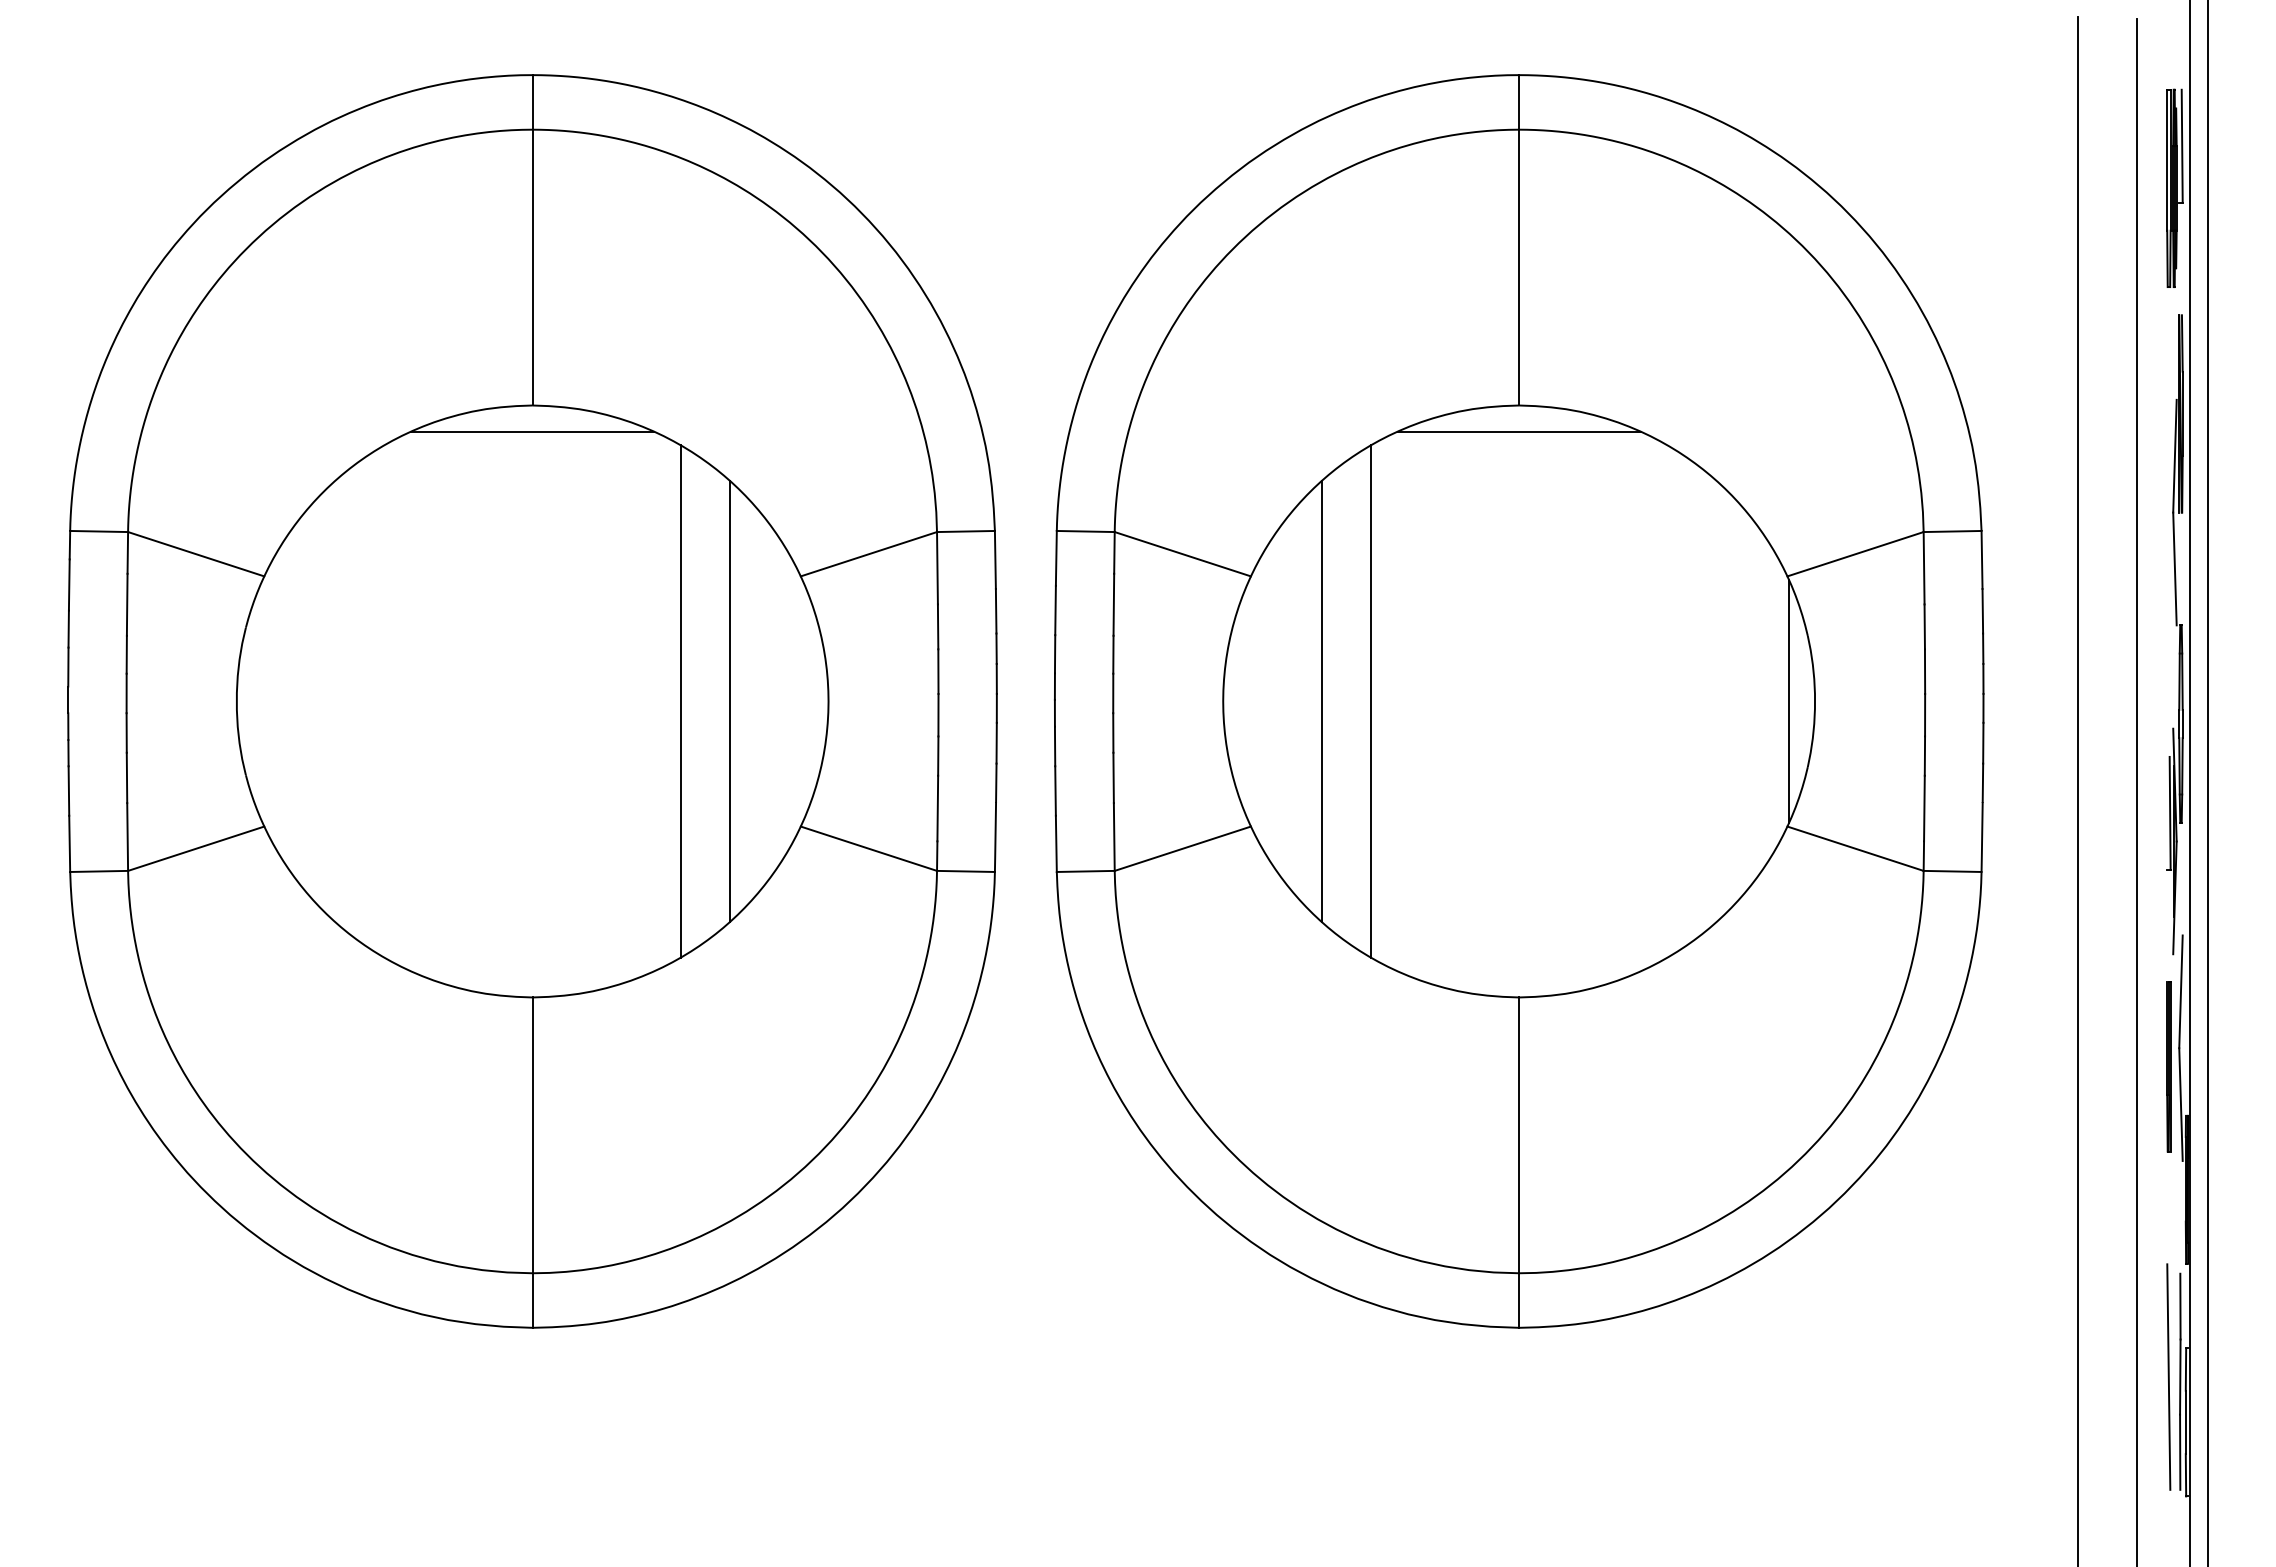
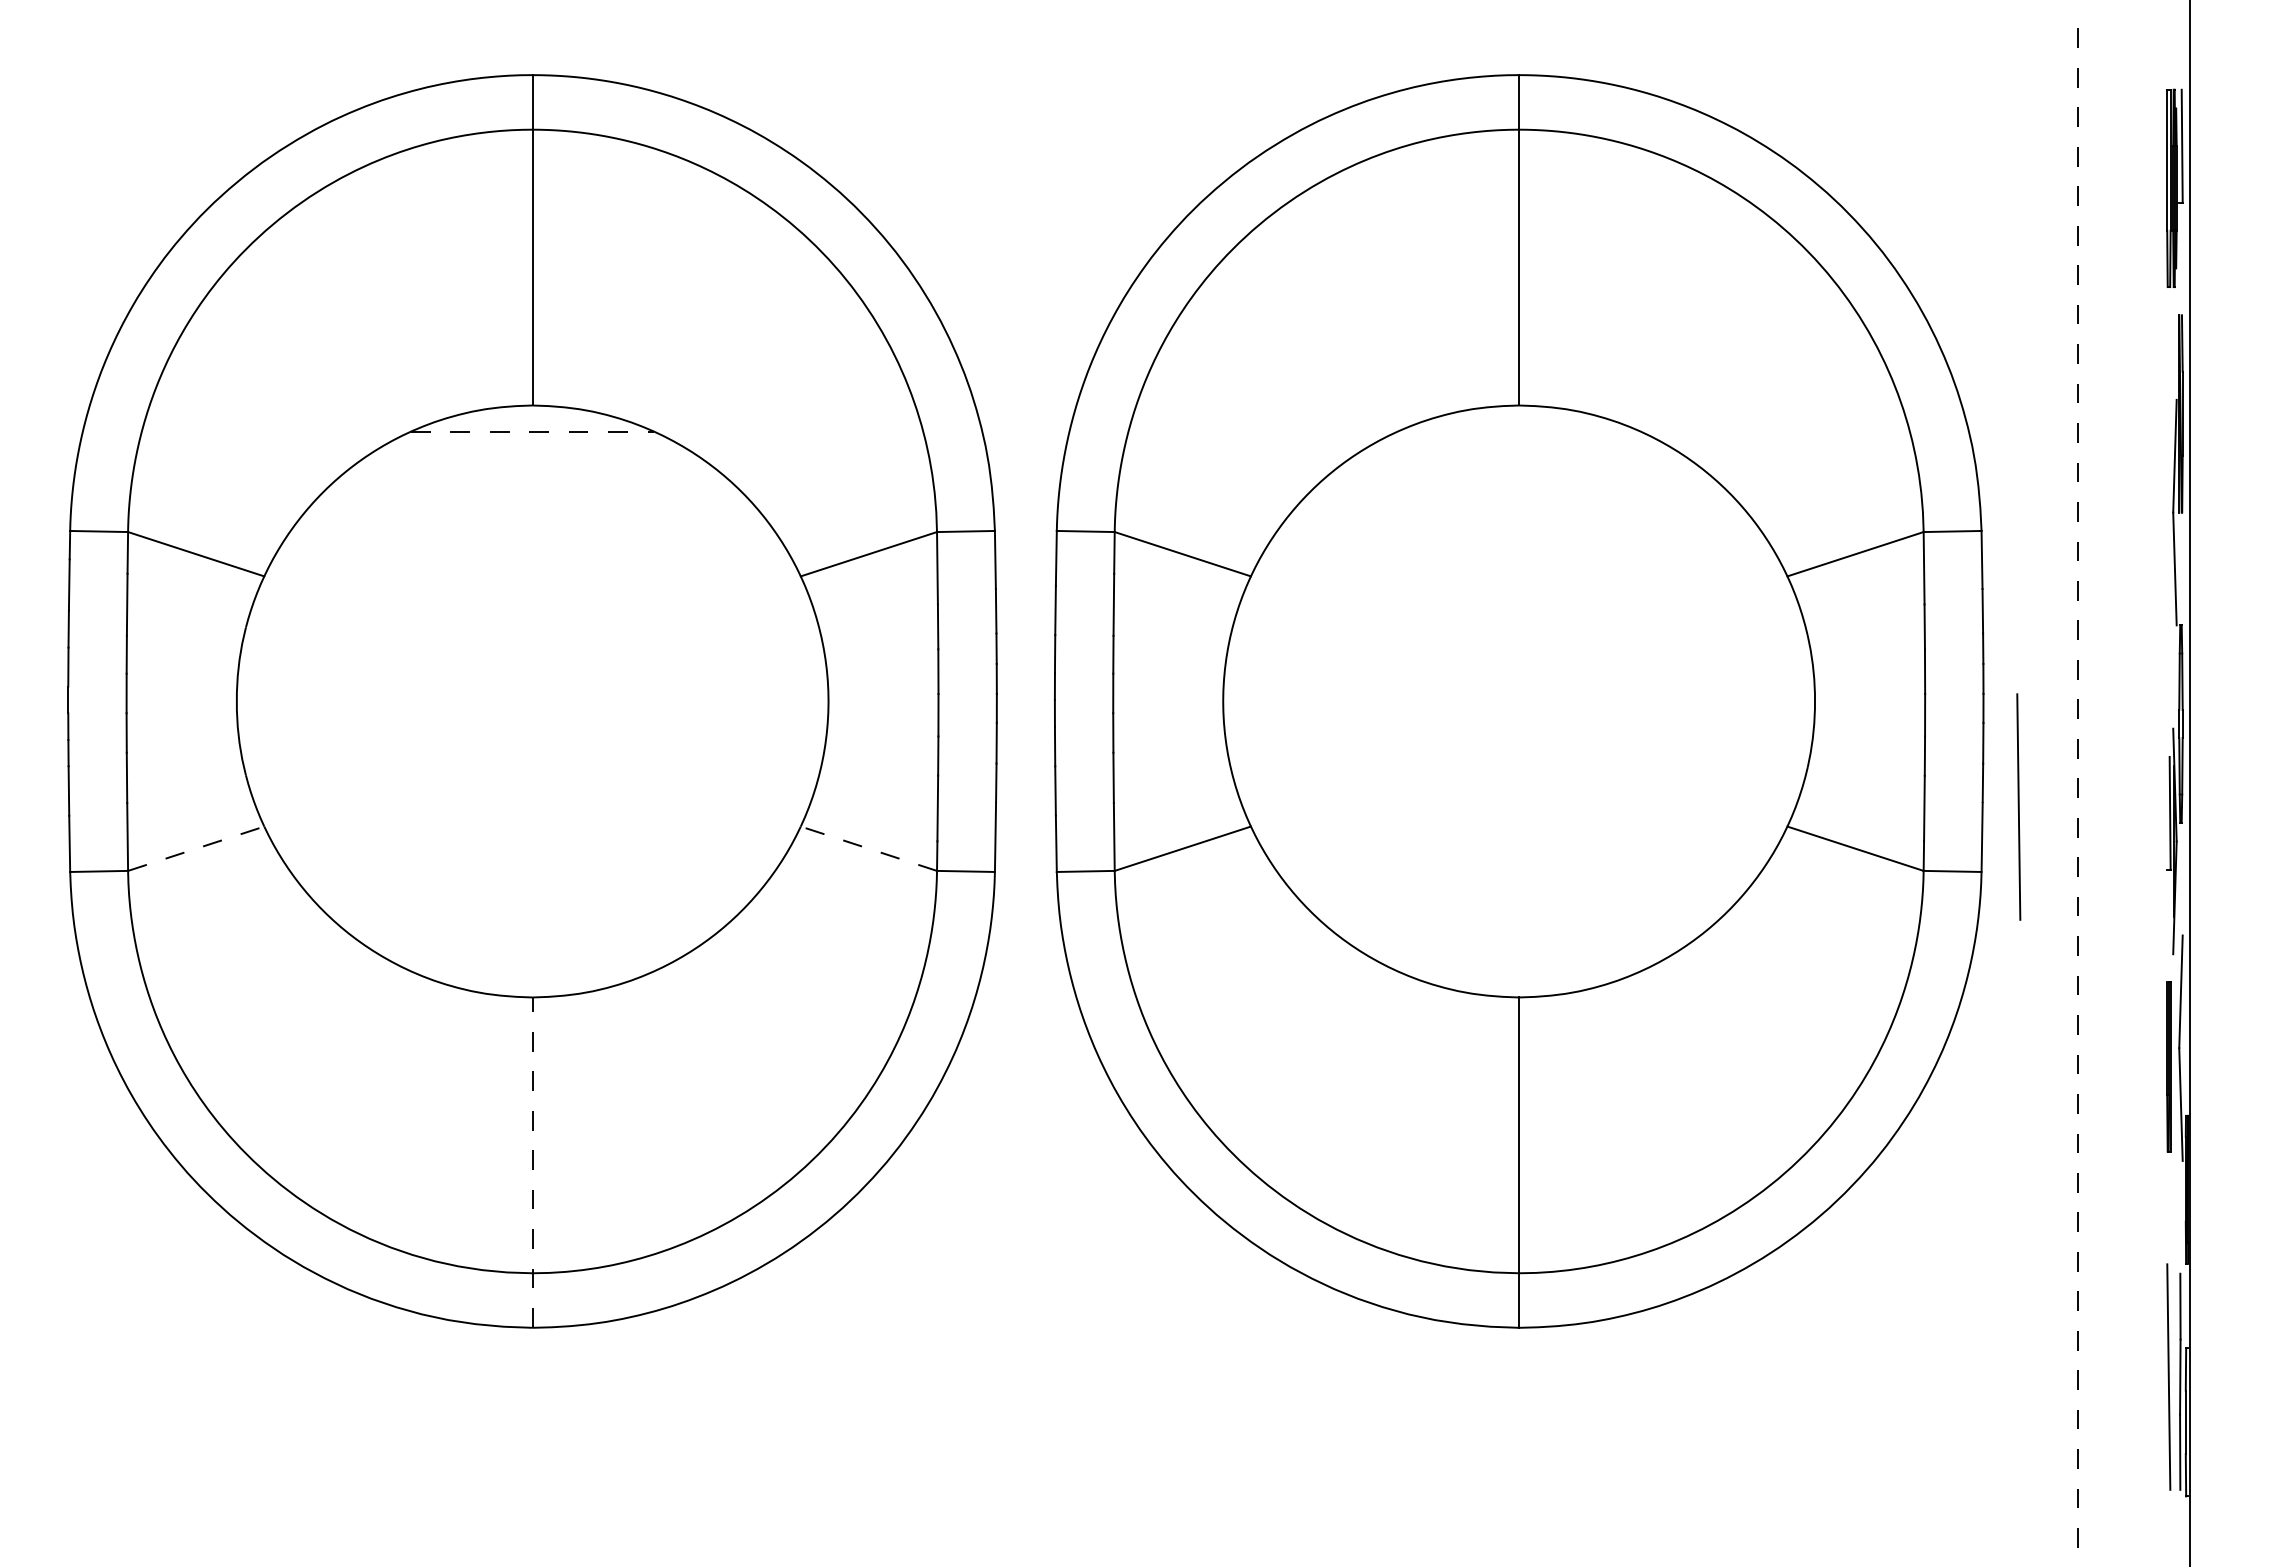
line at (532, 431): solid -> dashed
line at (1518, 431): present -> none
line at (680, 701): present -> none
line at (729, 701): present -> none
line at (1321, 701): present -> none
line at (1371, 701): present -> none
line at (1789, 701): present -> none
line at (2207, 782): present -> none
line at (2137, 790): present -> none
line at (2078, 791): solid -> dashed
line at (2018, 806): none -> present
line at (196, 848): solid -> dashed
line at (868, 848): solid -> dashed
line at (532, 1162): solid -> dashed
